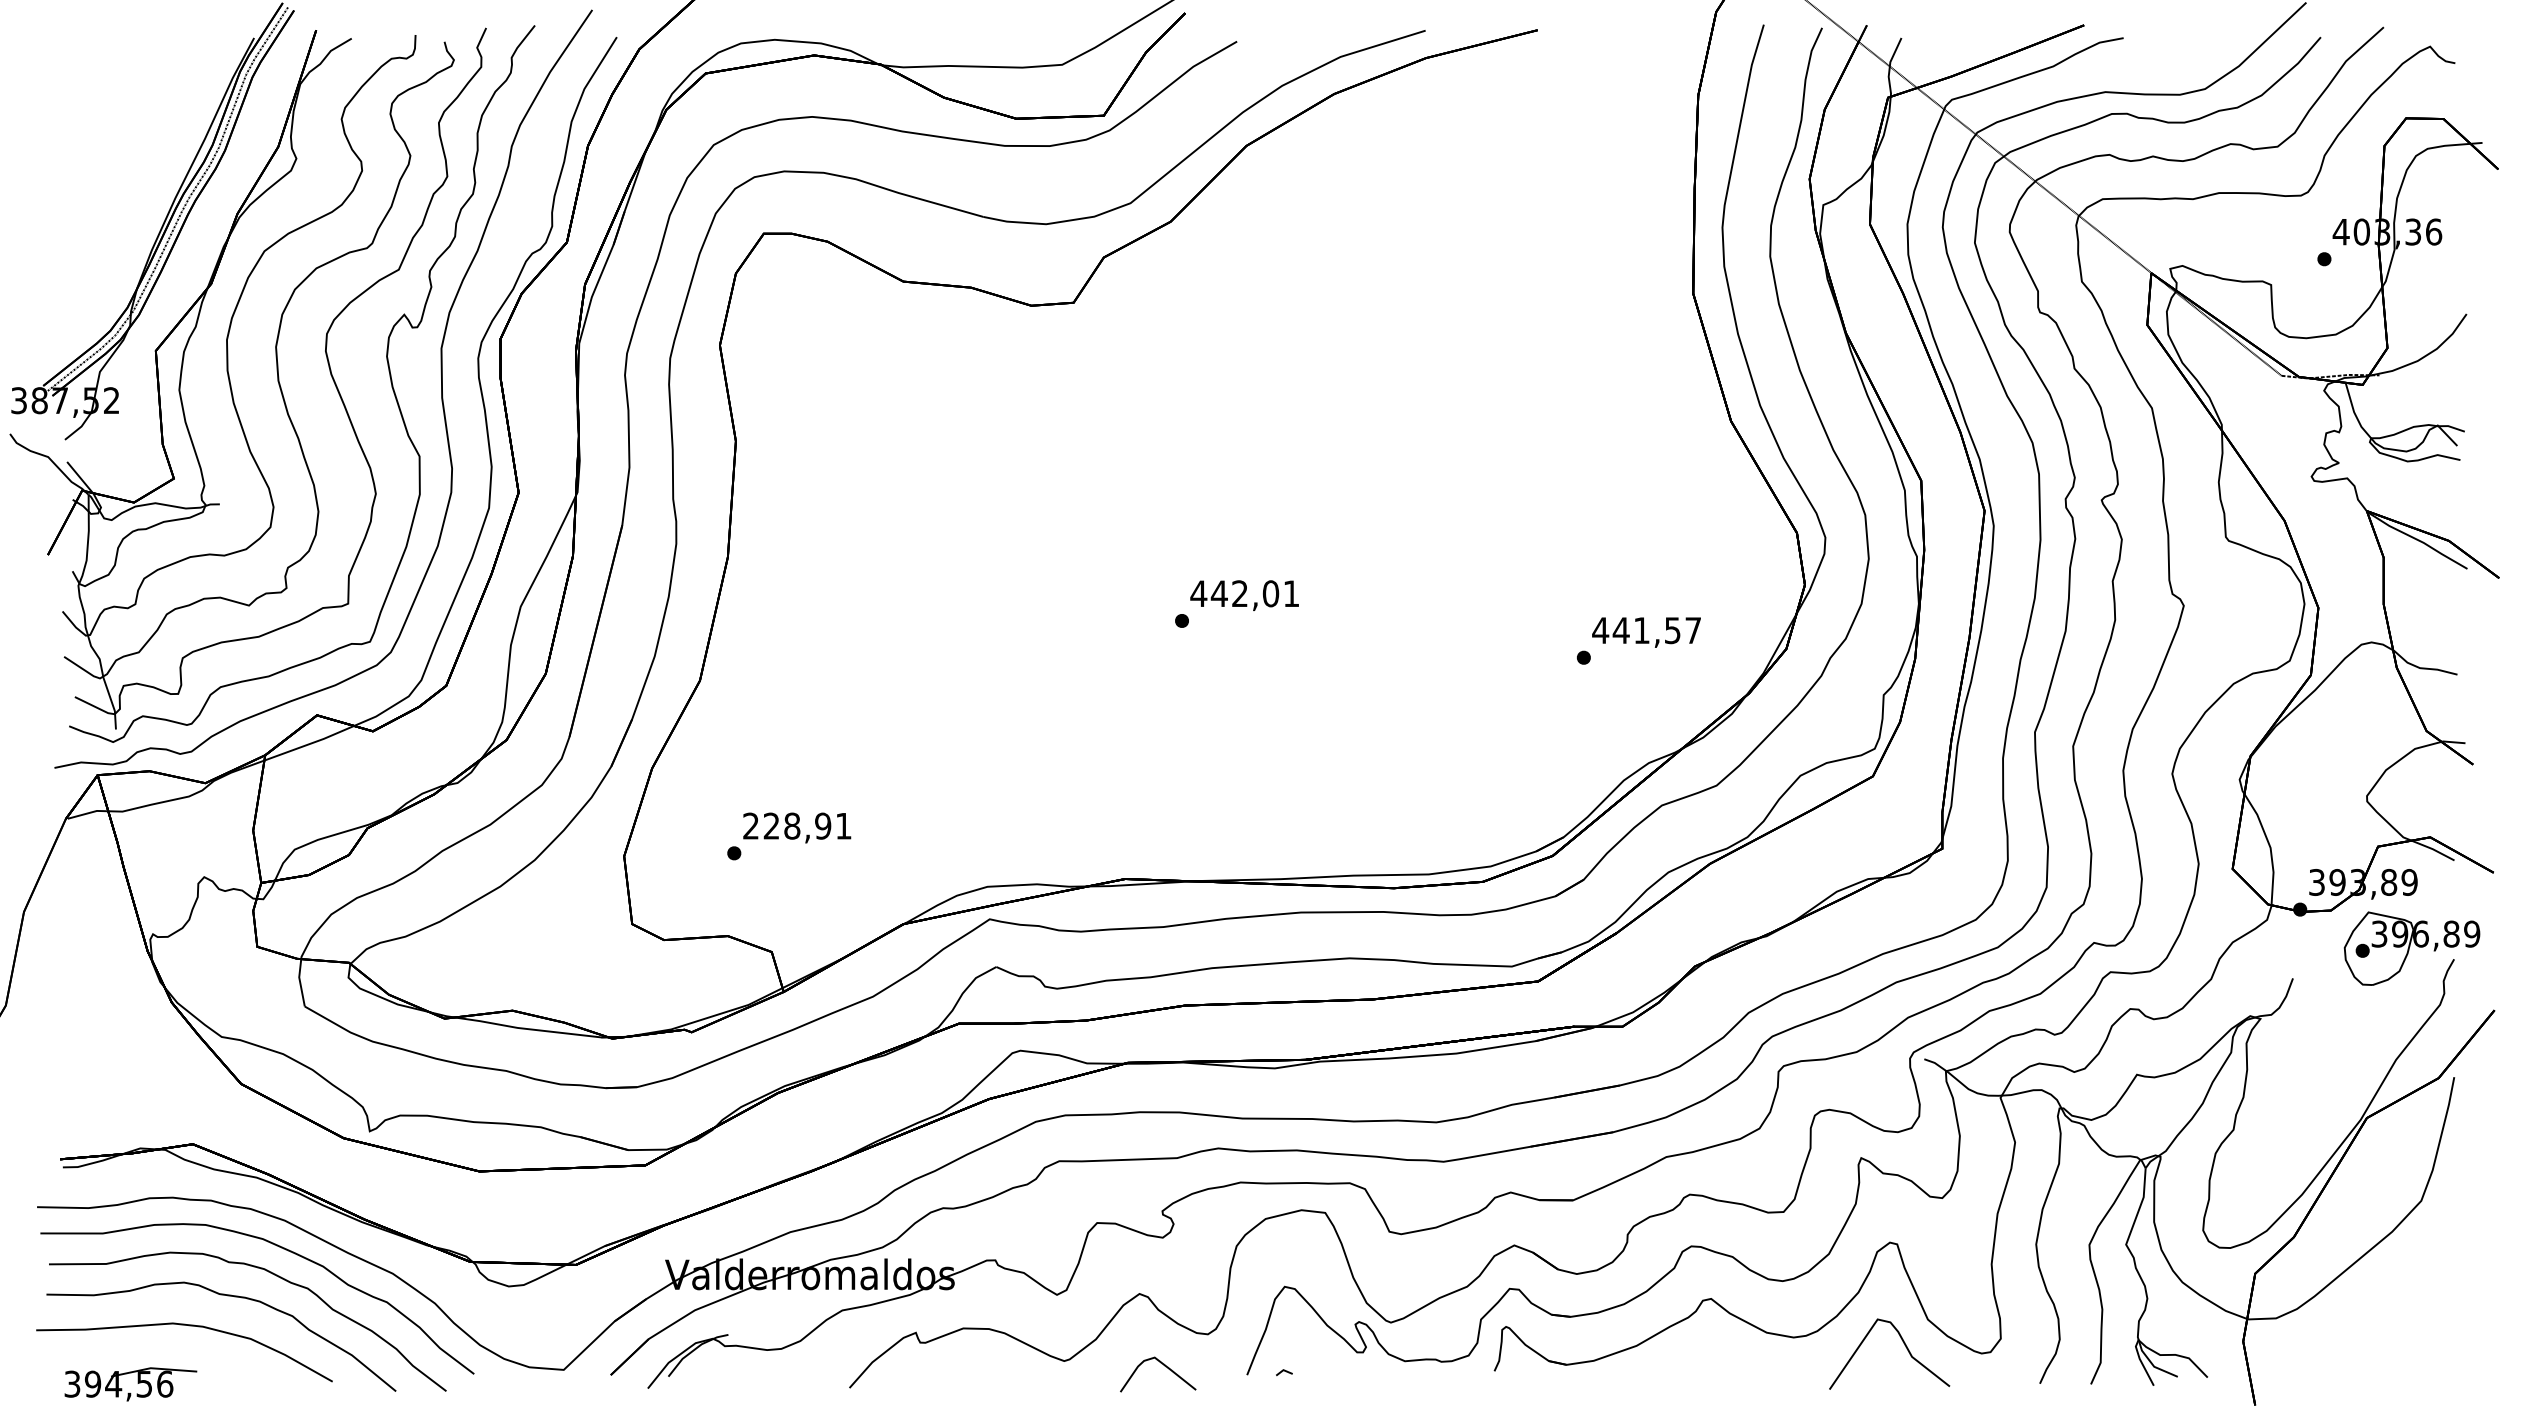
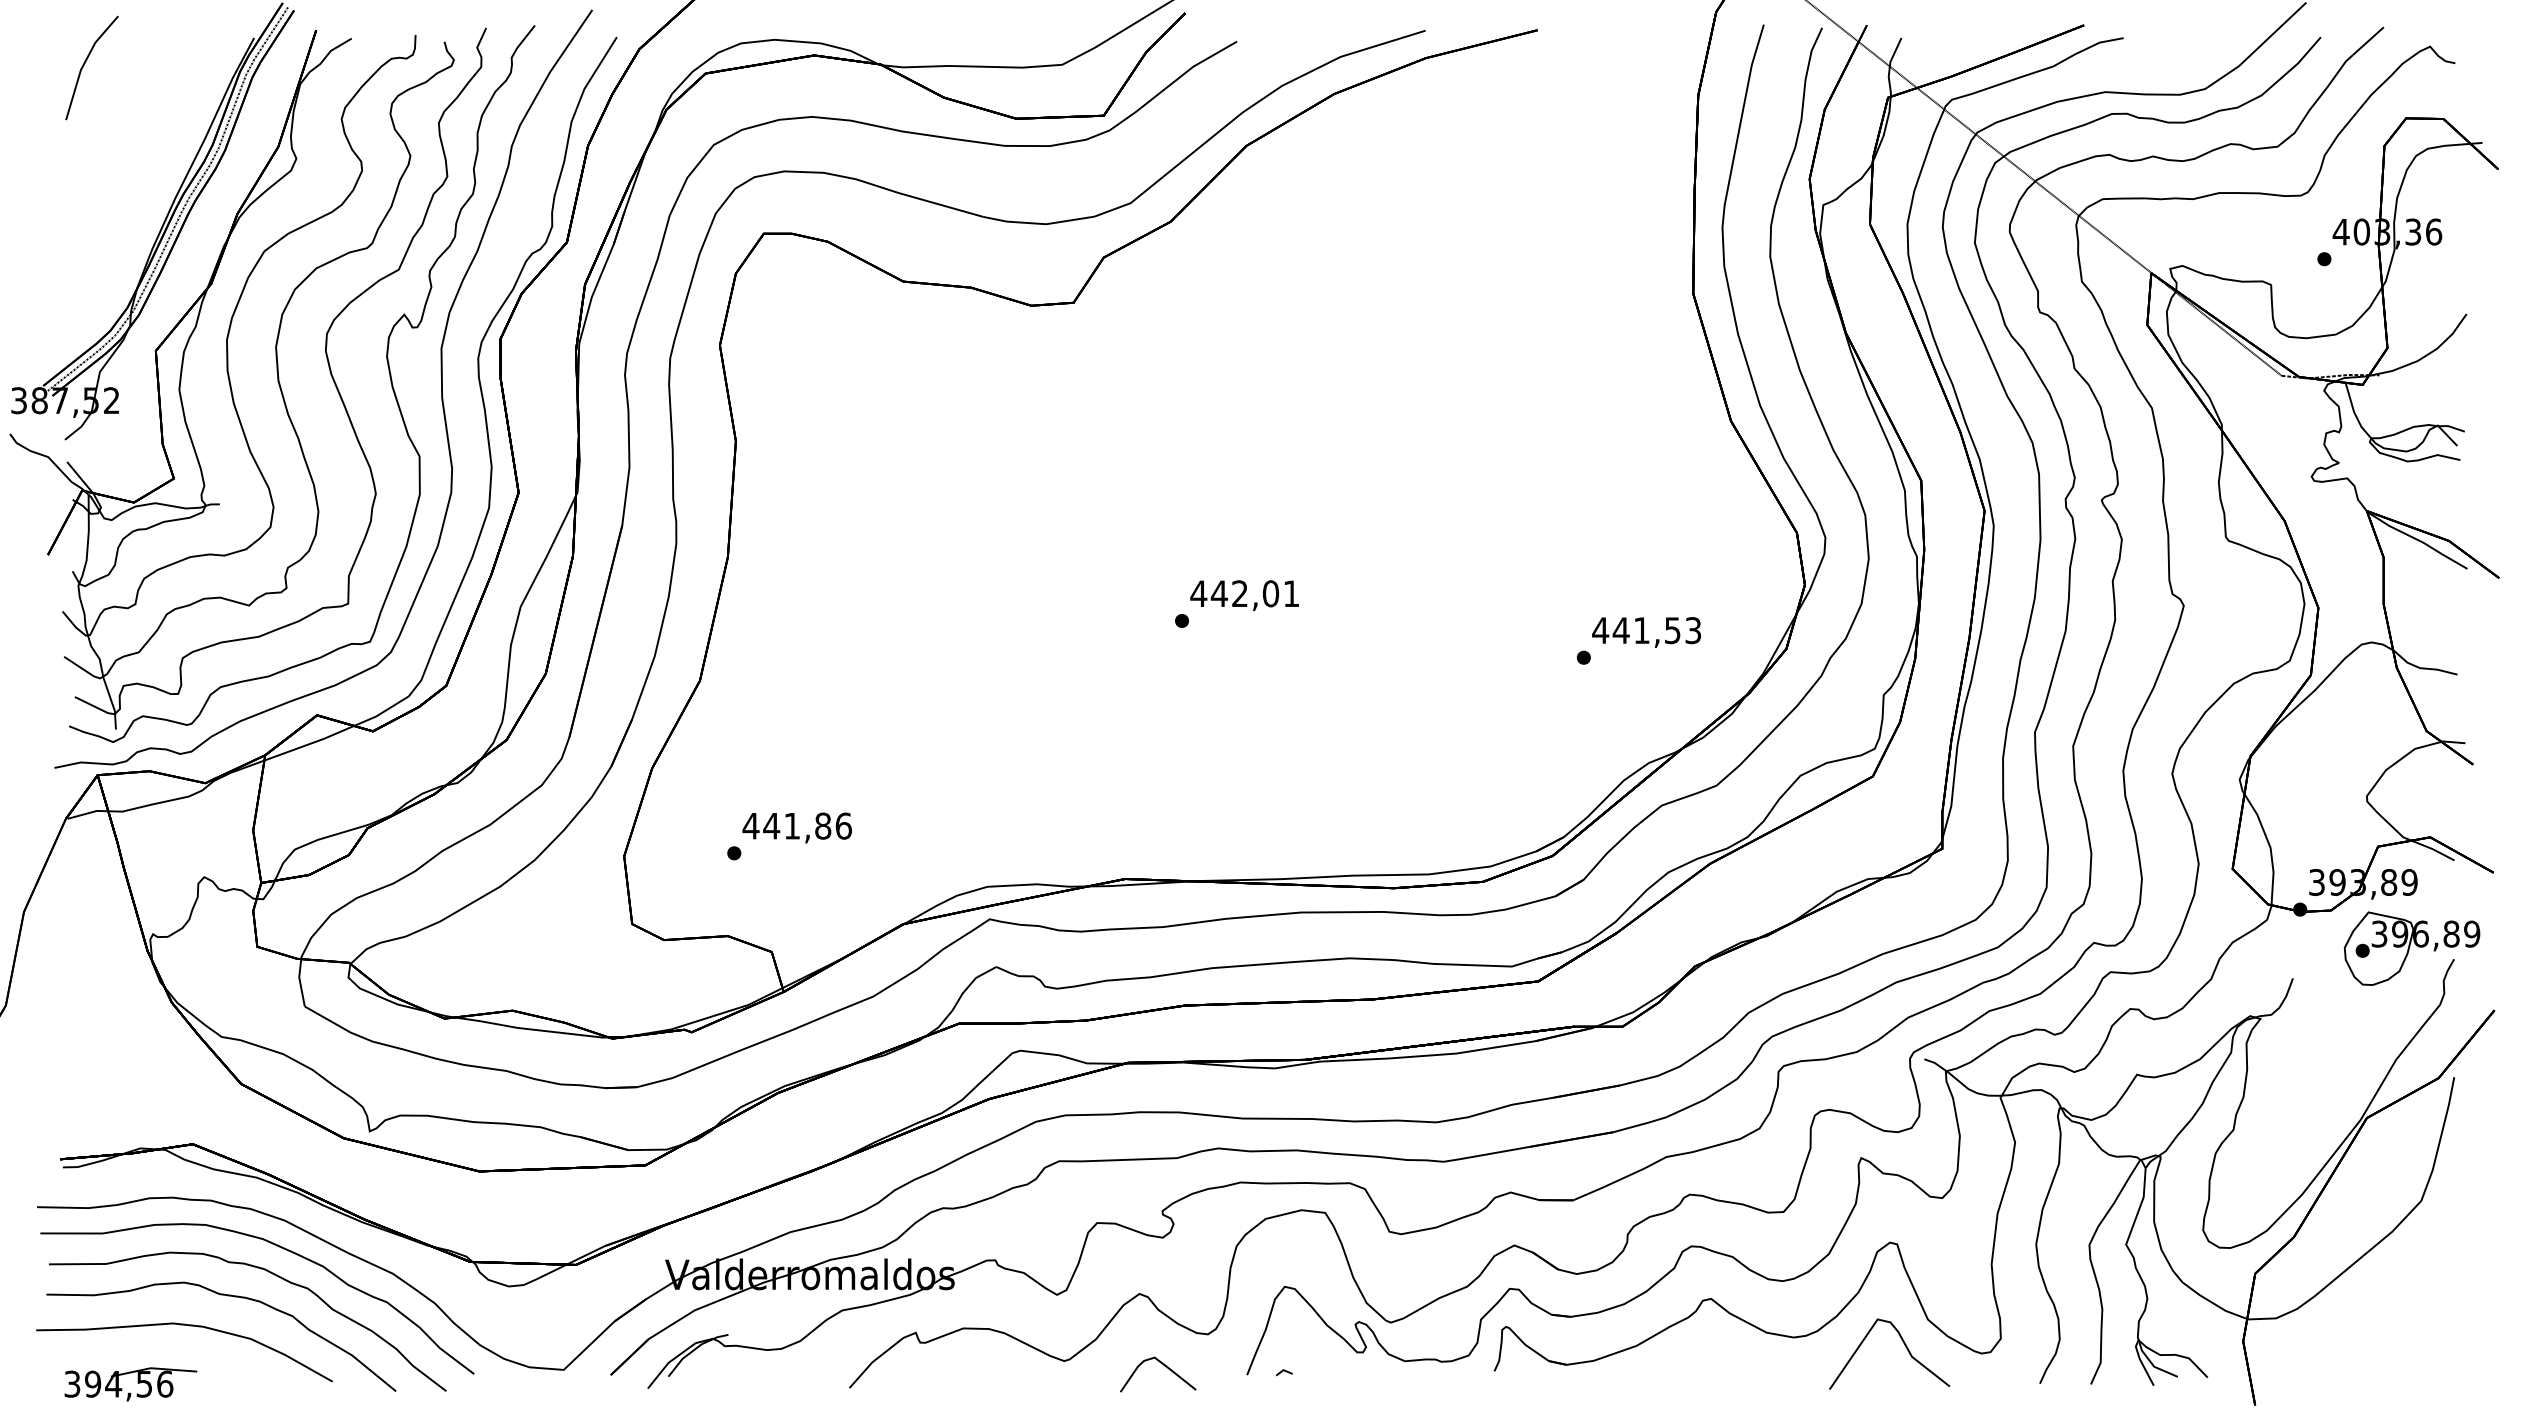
part at (85, 63): none -> present
text at (1693, 630): 441,57 -> 441,53
text at (797, 825): 228,91 -> 441,86
